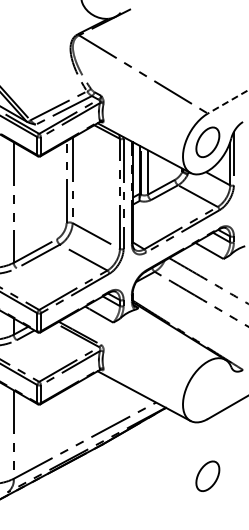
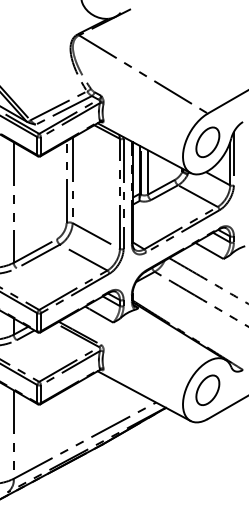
line at (227, 102): dashed -> solid
part at (207, 475) position: (207, 475) -> (207, 389)
